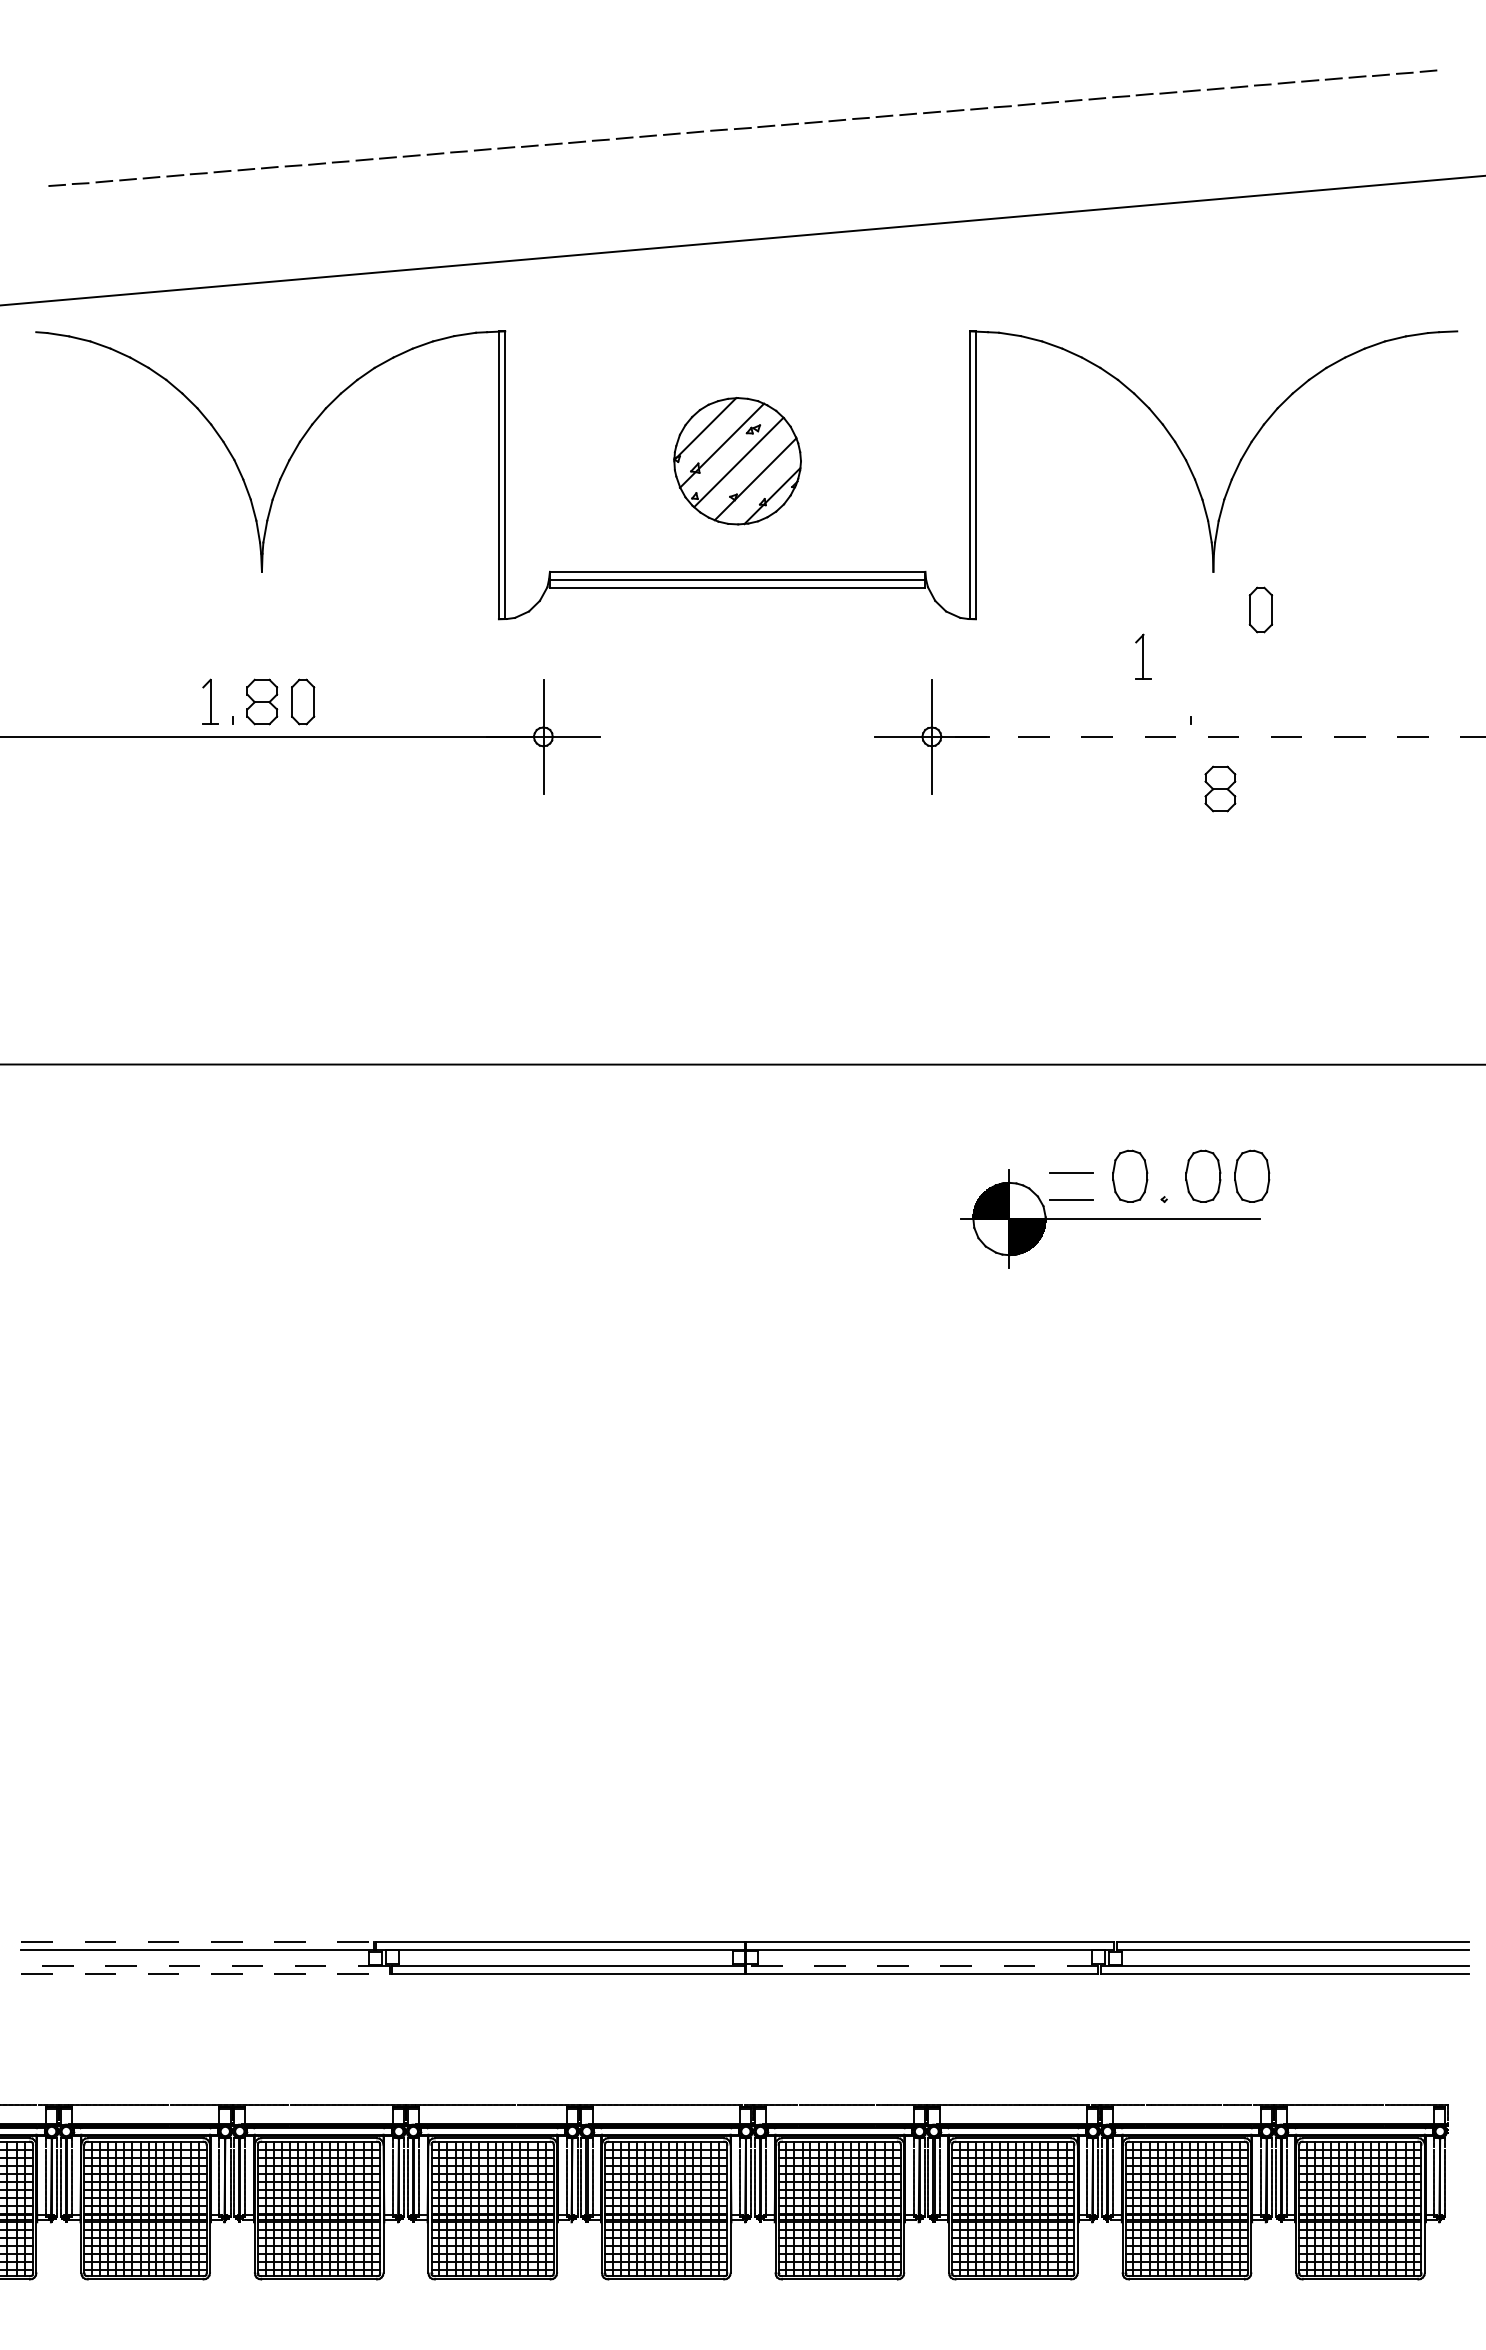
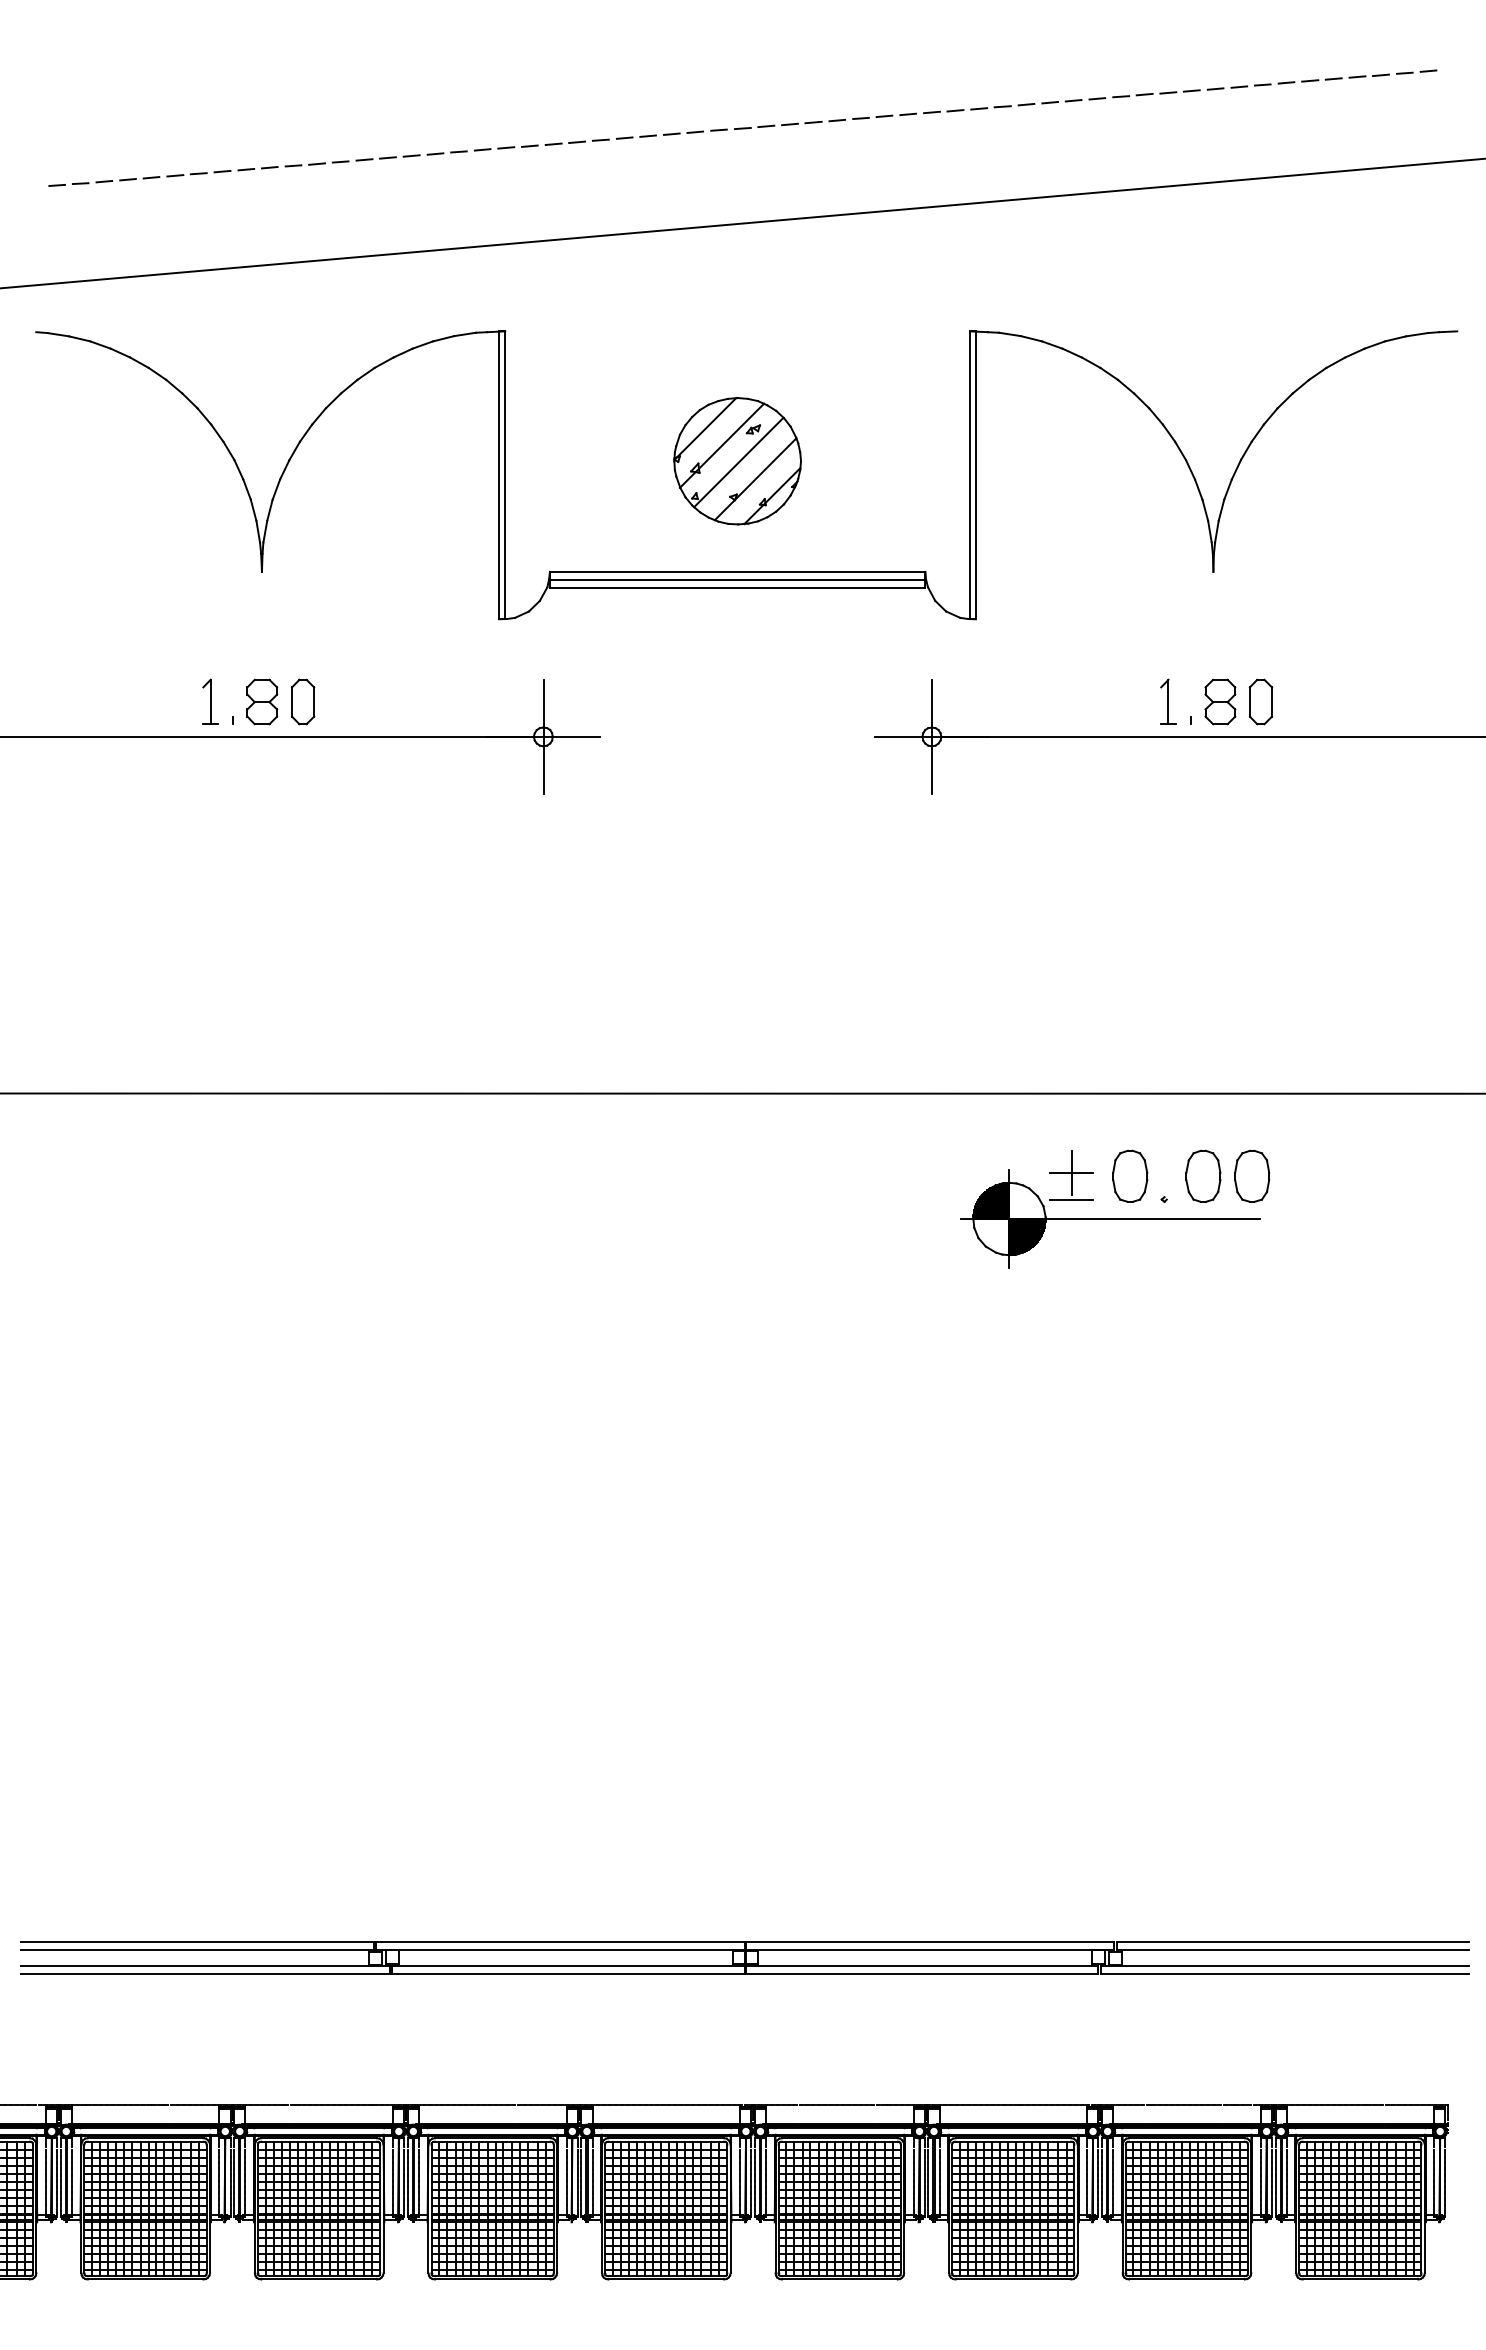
line at (742, 240) position: (742, 240) -> (742, 223)
part at (1260, 609) position: (1260, 609) -> (1260, 701)
part at (1143, 656) position: (1143, 656) -> (1168, 701)
line at (1213, 736): dashed -> solid
part at (1220, 788) position: (1220, 788) -> (1220, 701)
line at (742, 1064) position: (742, 1064) -> (742, 1093)
line at (1071, 1172): none -> present
line at (198, 1941): dashed -> solid
line at (205, 1965): dashed -> solid
line at (921, 1965): dashed -> solid
line at (206, 1973): dashed -> solid
